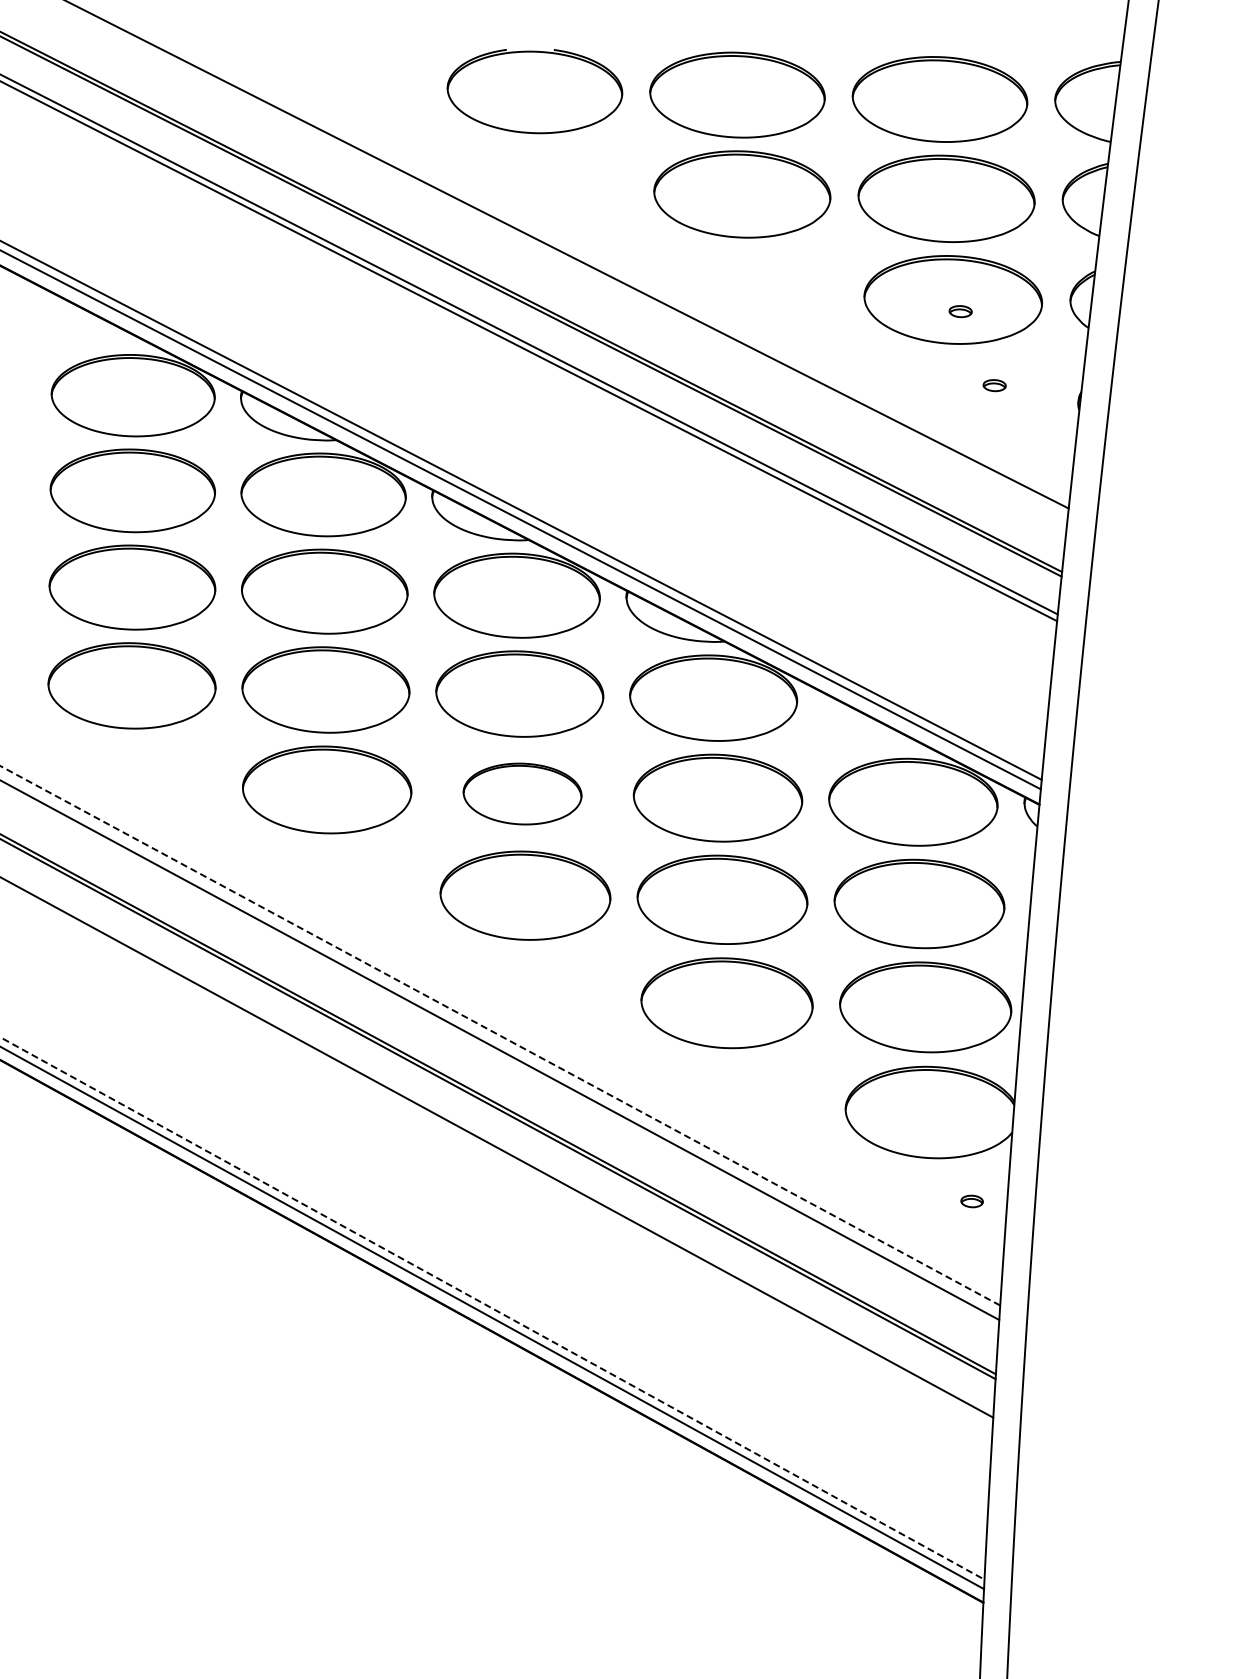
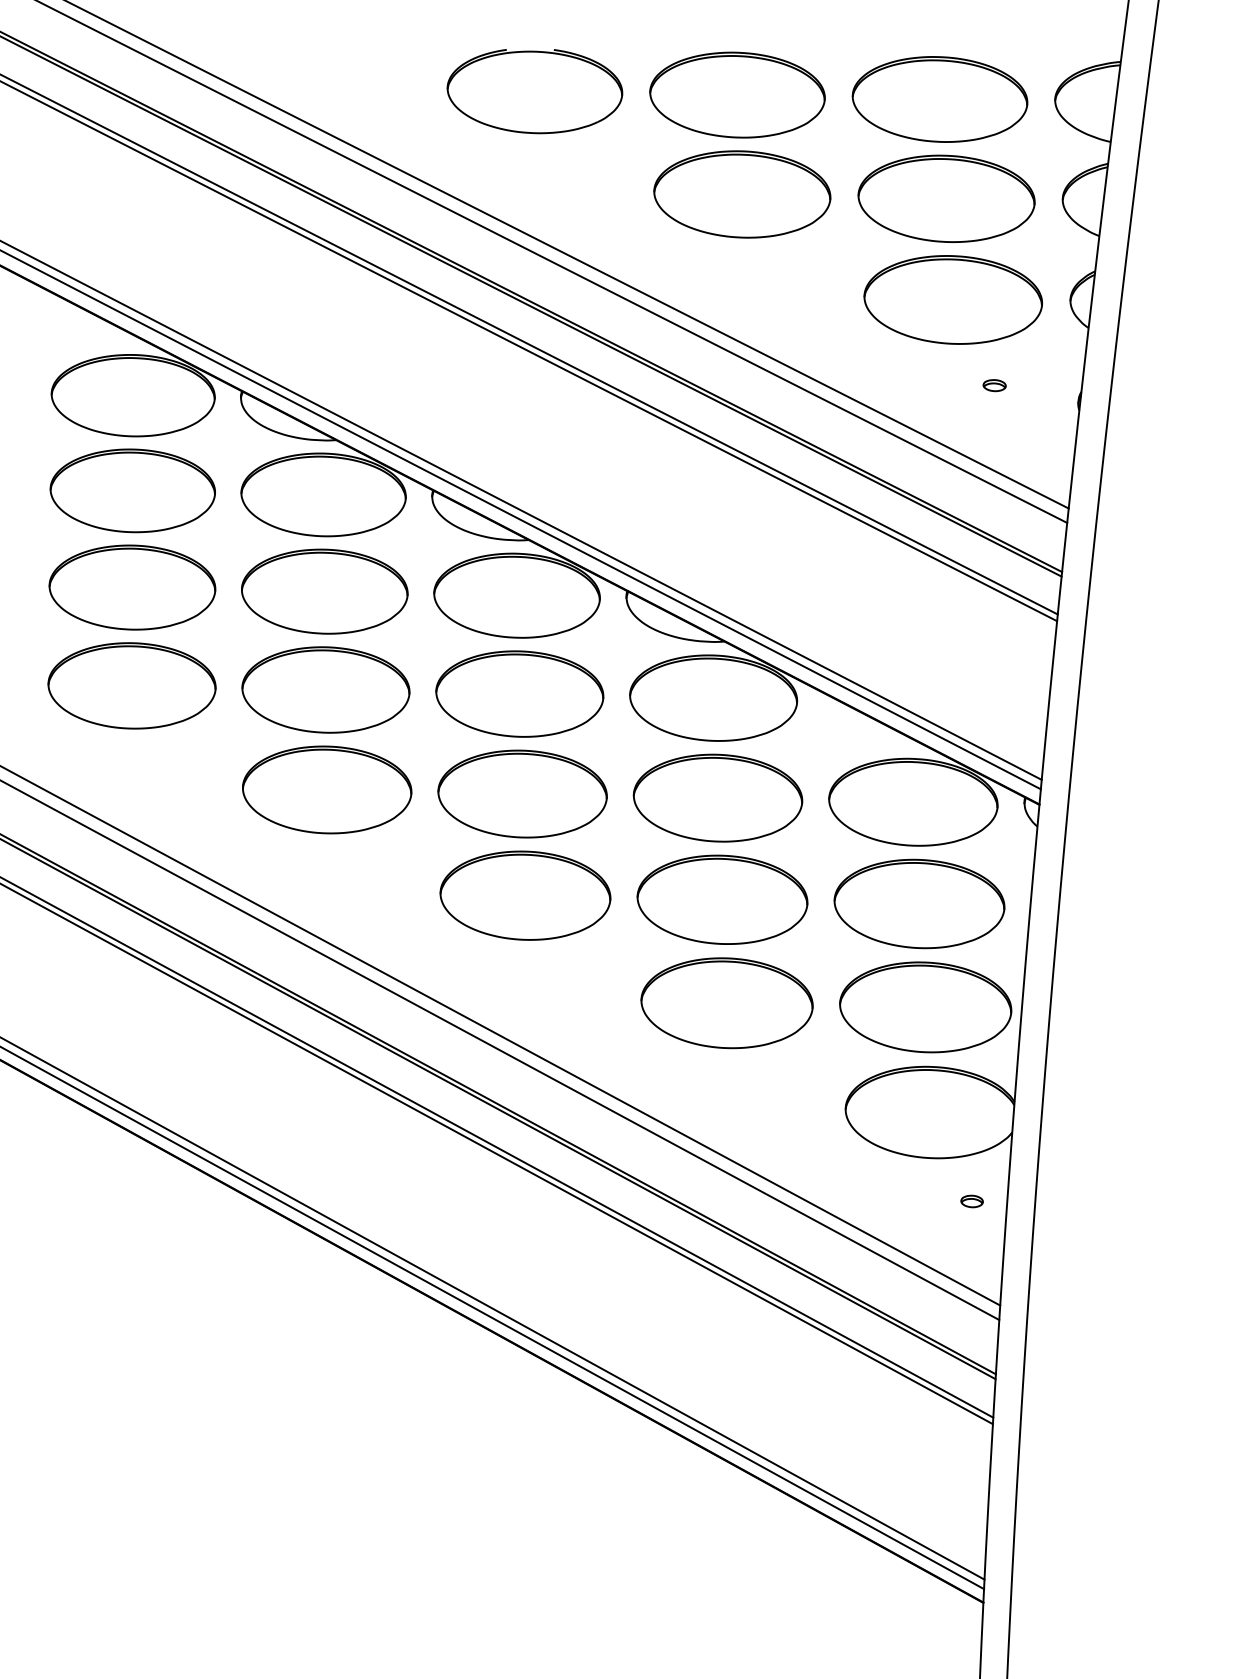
line at (553, 262): none -> present
part at (960, 311): present -> none
part at (522, 793) size: 121x64 px -> 171x90 px
line at (500, 1035): dashed -> solid
line at (497, 1154): none -> present
line at (492, 1308): dashed -> solid
